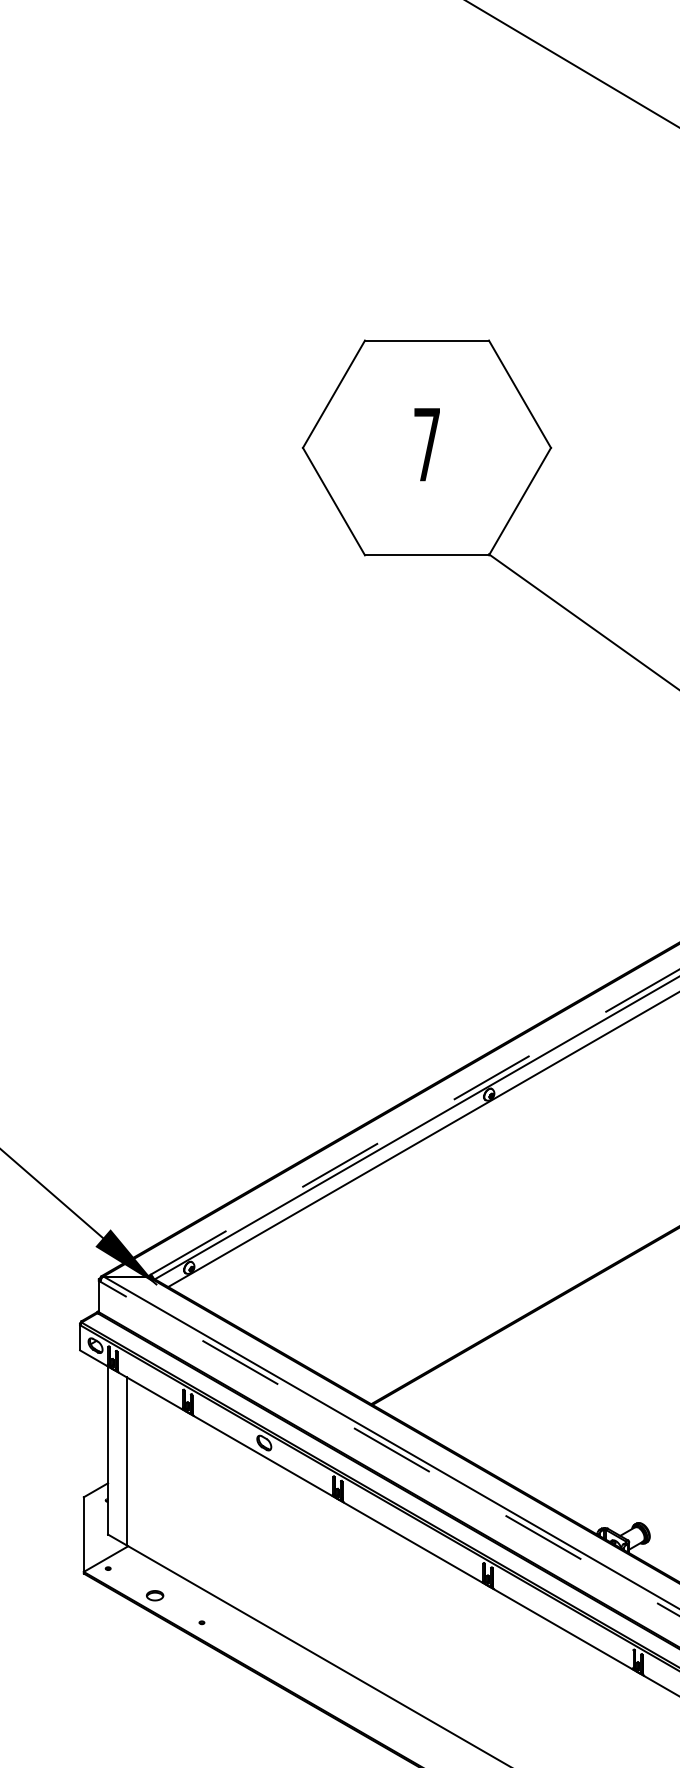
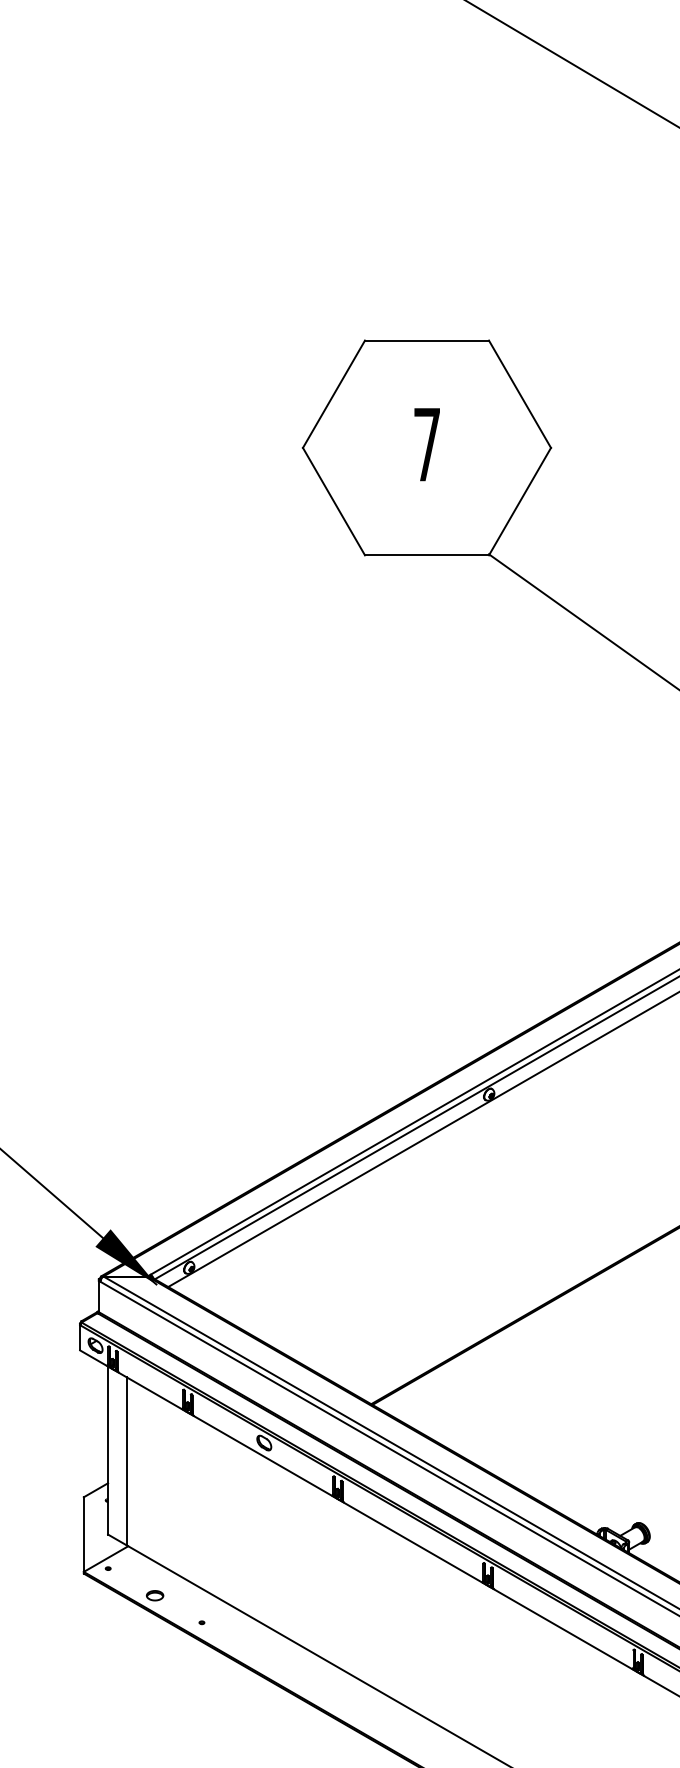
line at (415, 1121): dashed -> solid
line at (389, 1448): dashed -> solid
